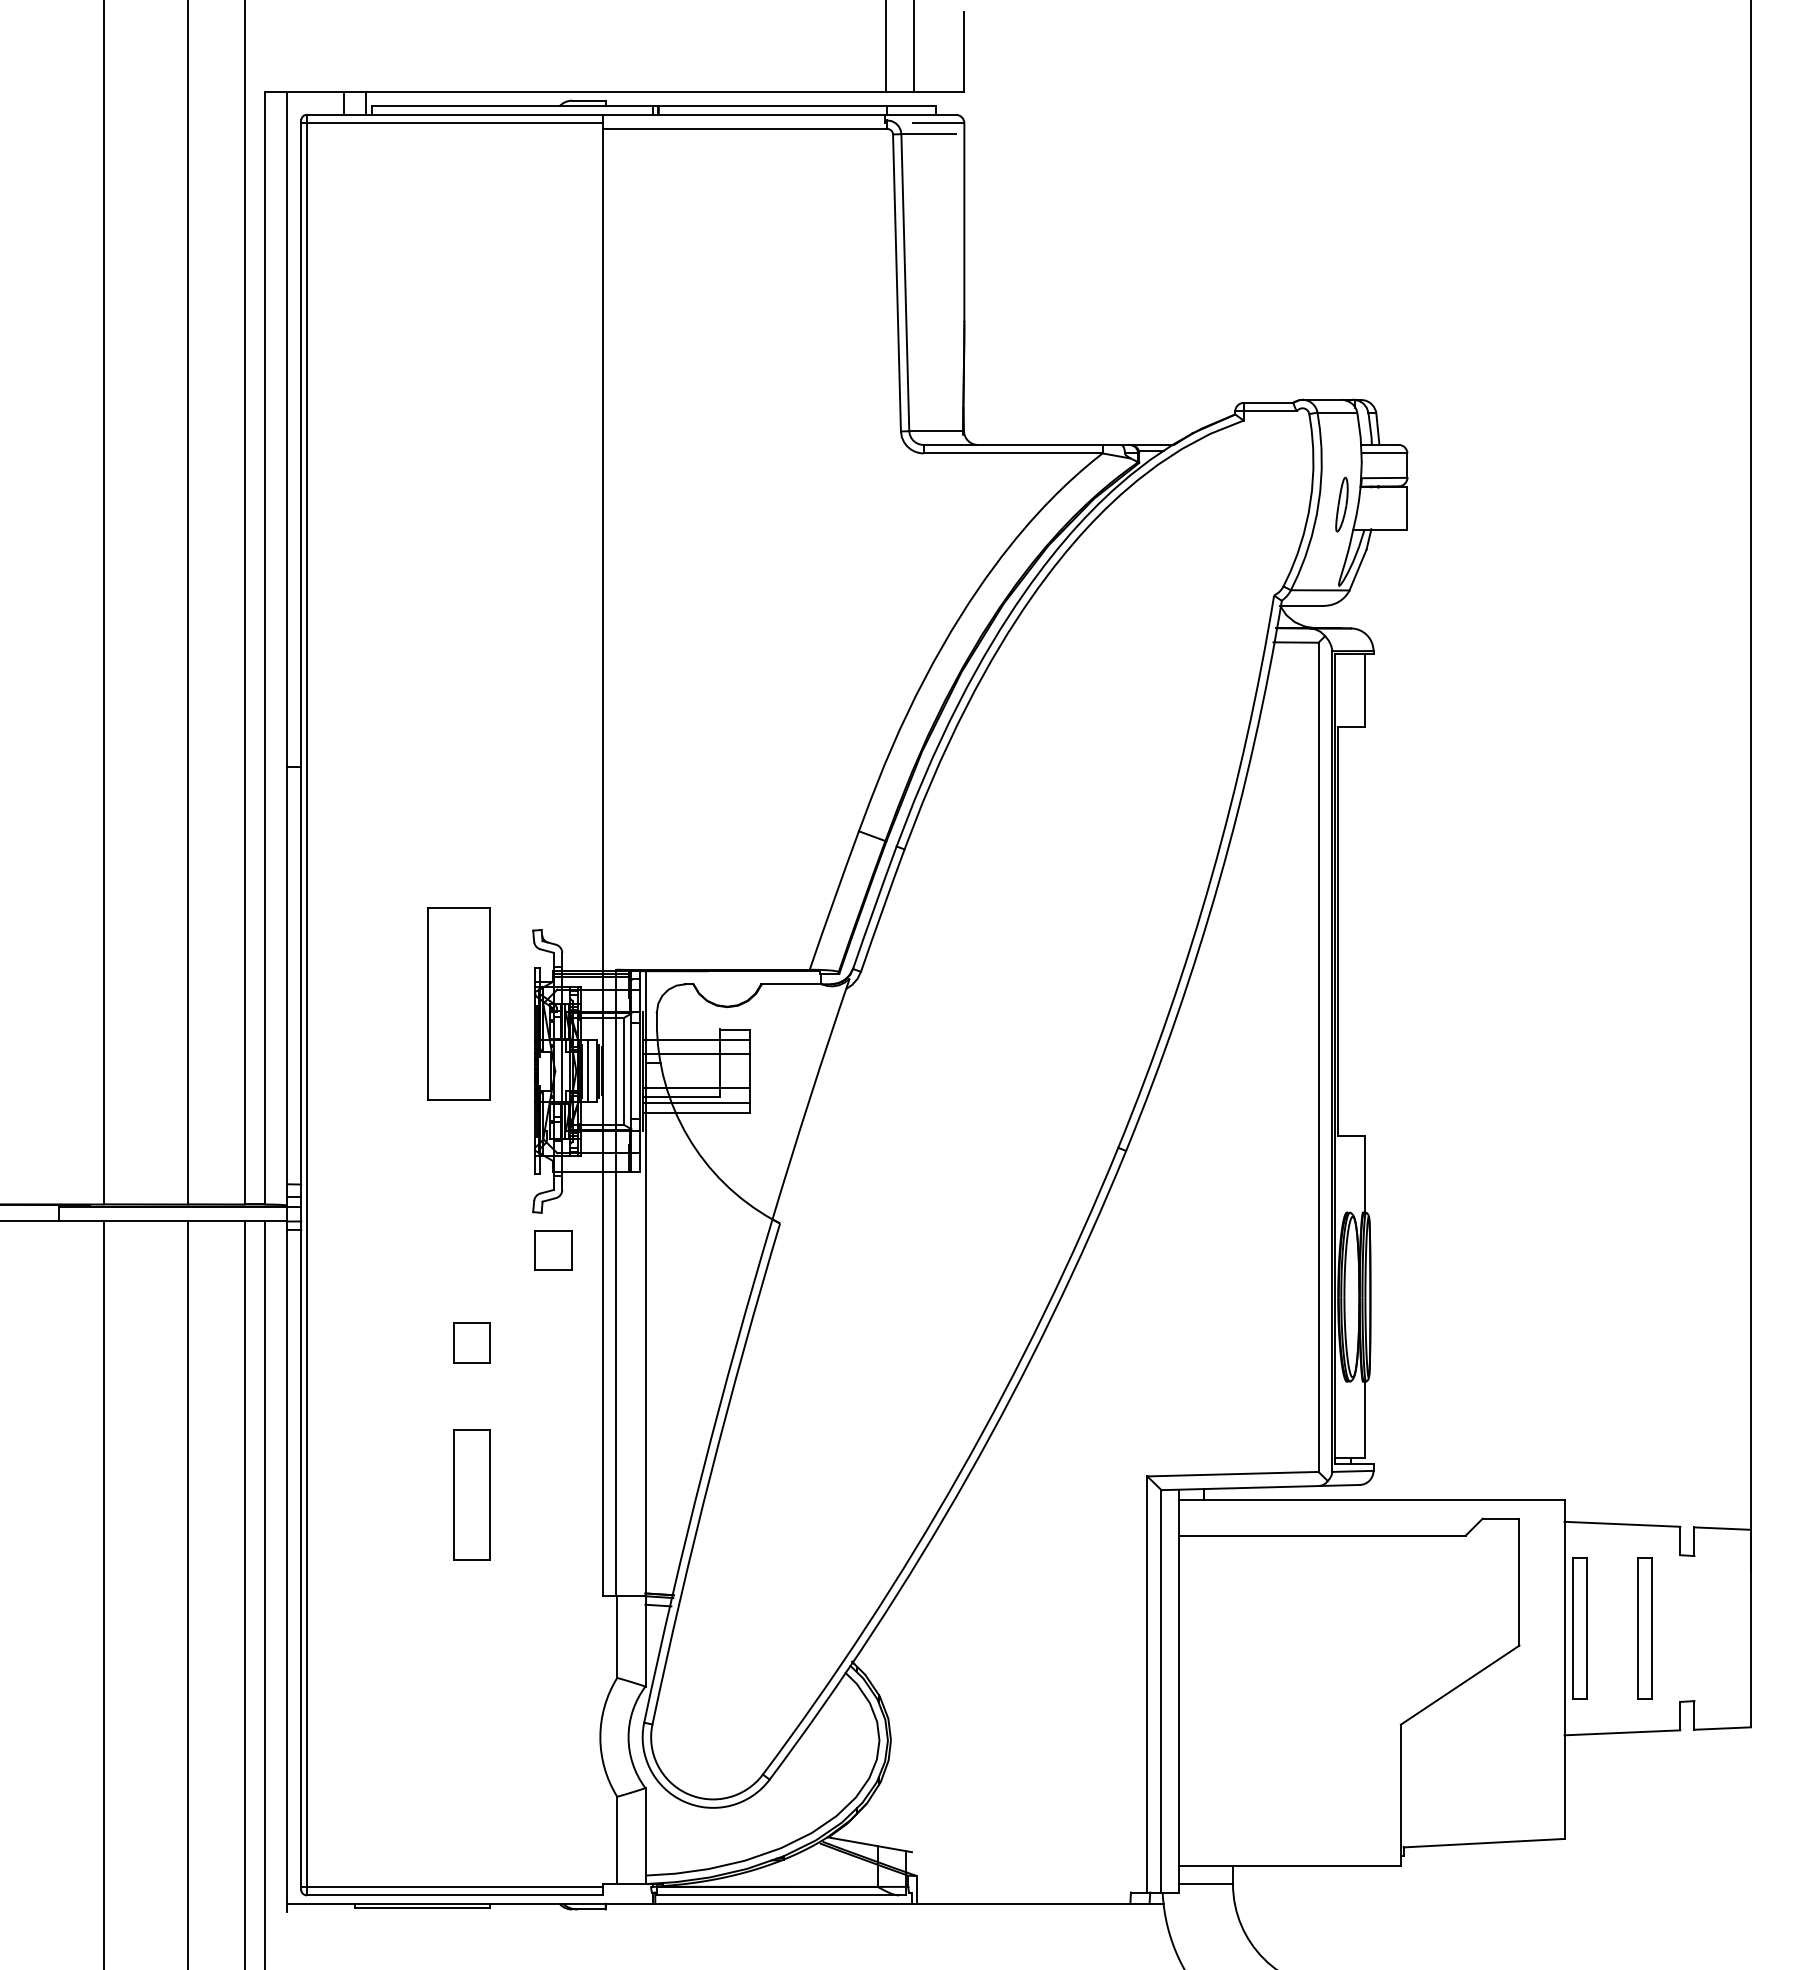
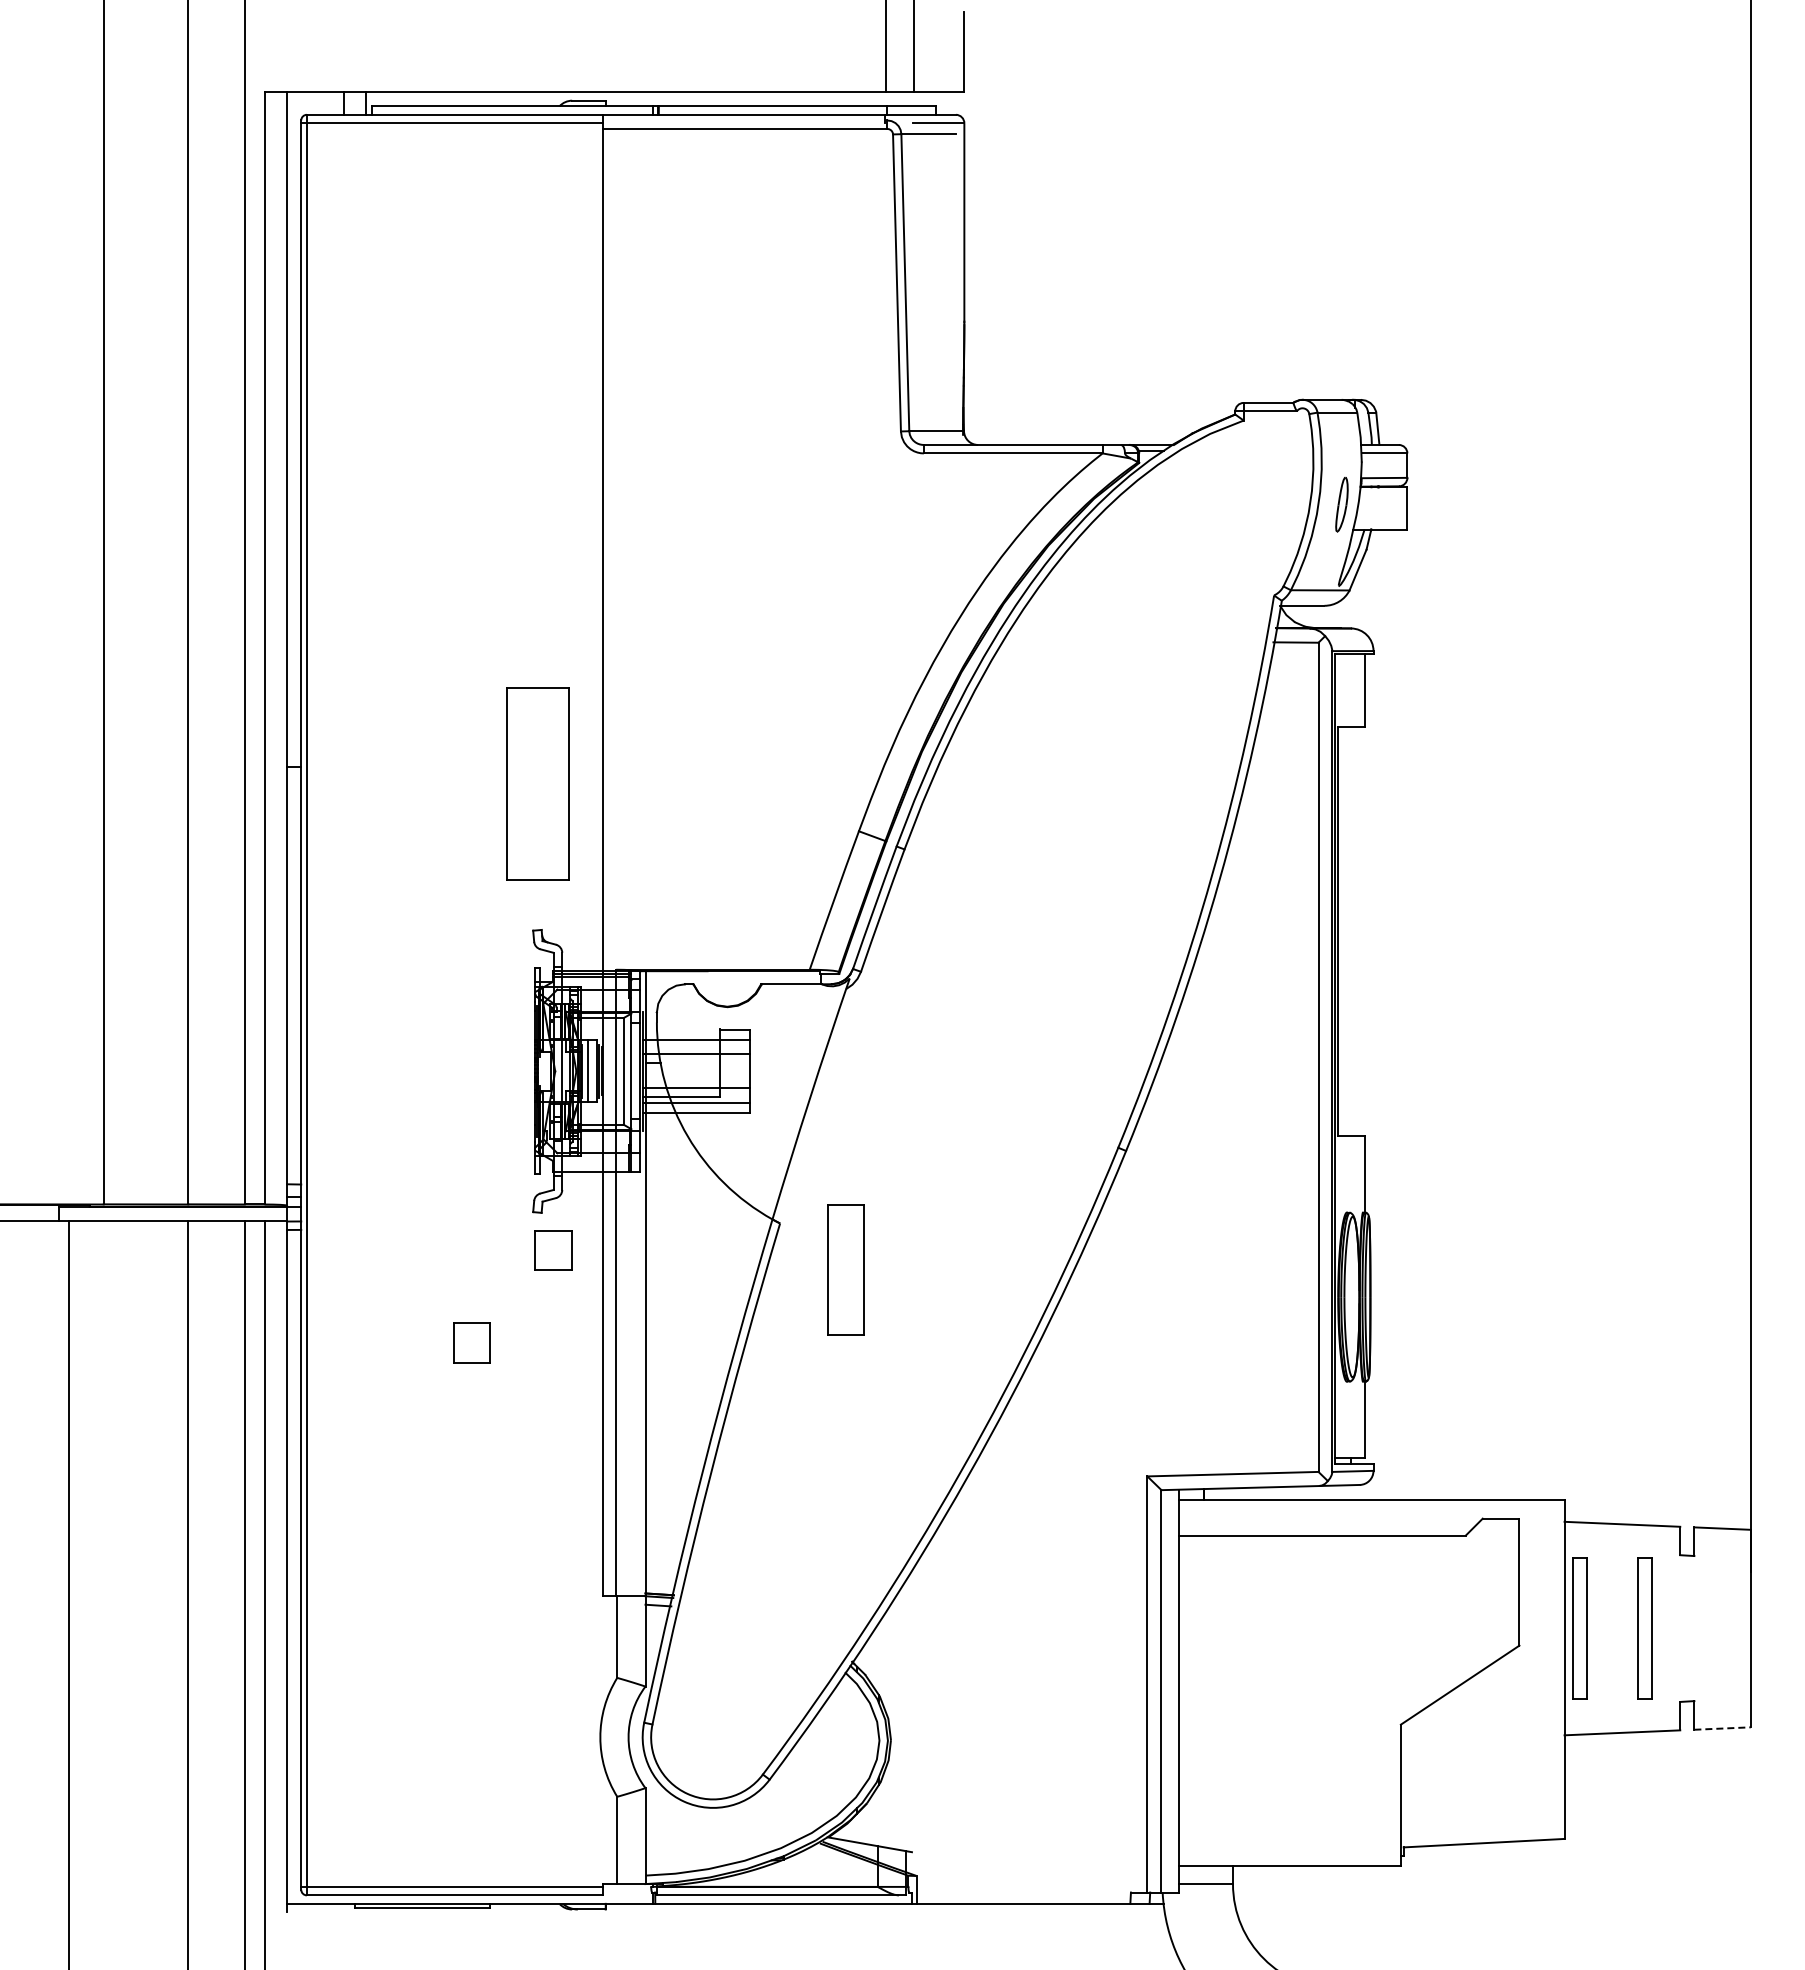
part at (458, 1003) position: (458, 1003) -> (537, 783)
part at (471, 1494) position: (471, 1494) -> (845, 1269)
line at (103, 1593) position: (103, 1593) -> (68, 1593)
line at (1723, 1728): solid -> dashed
